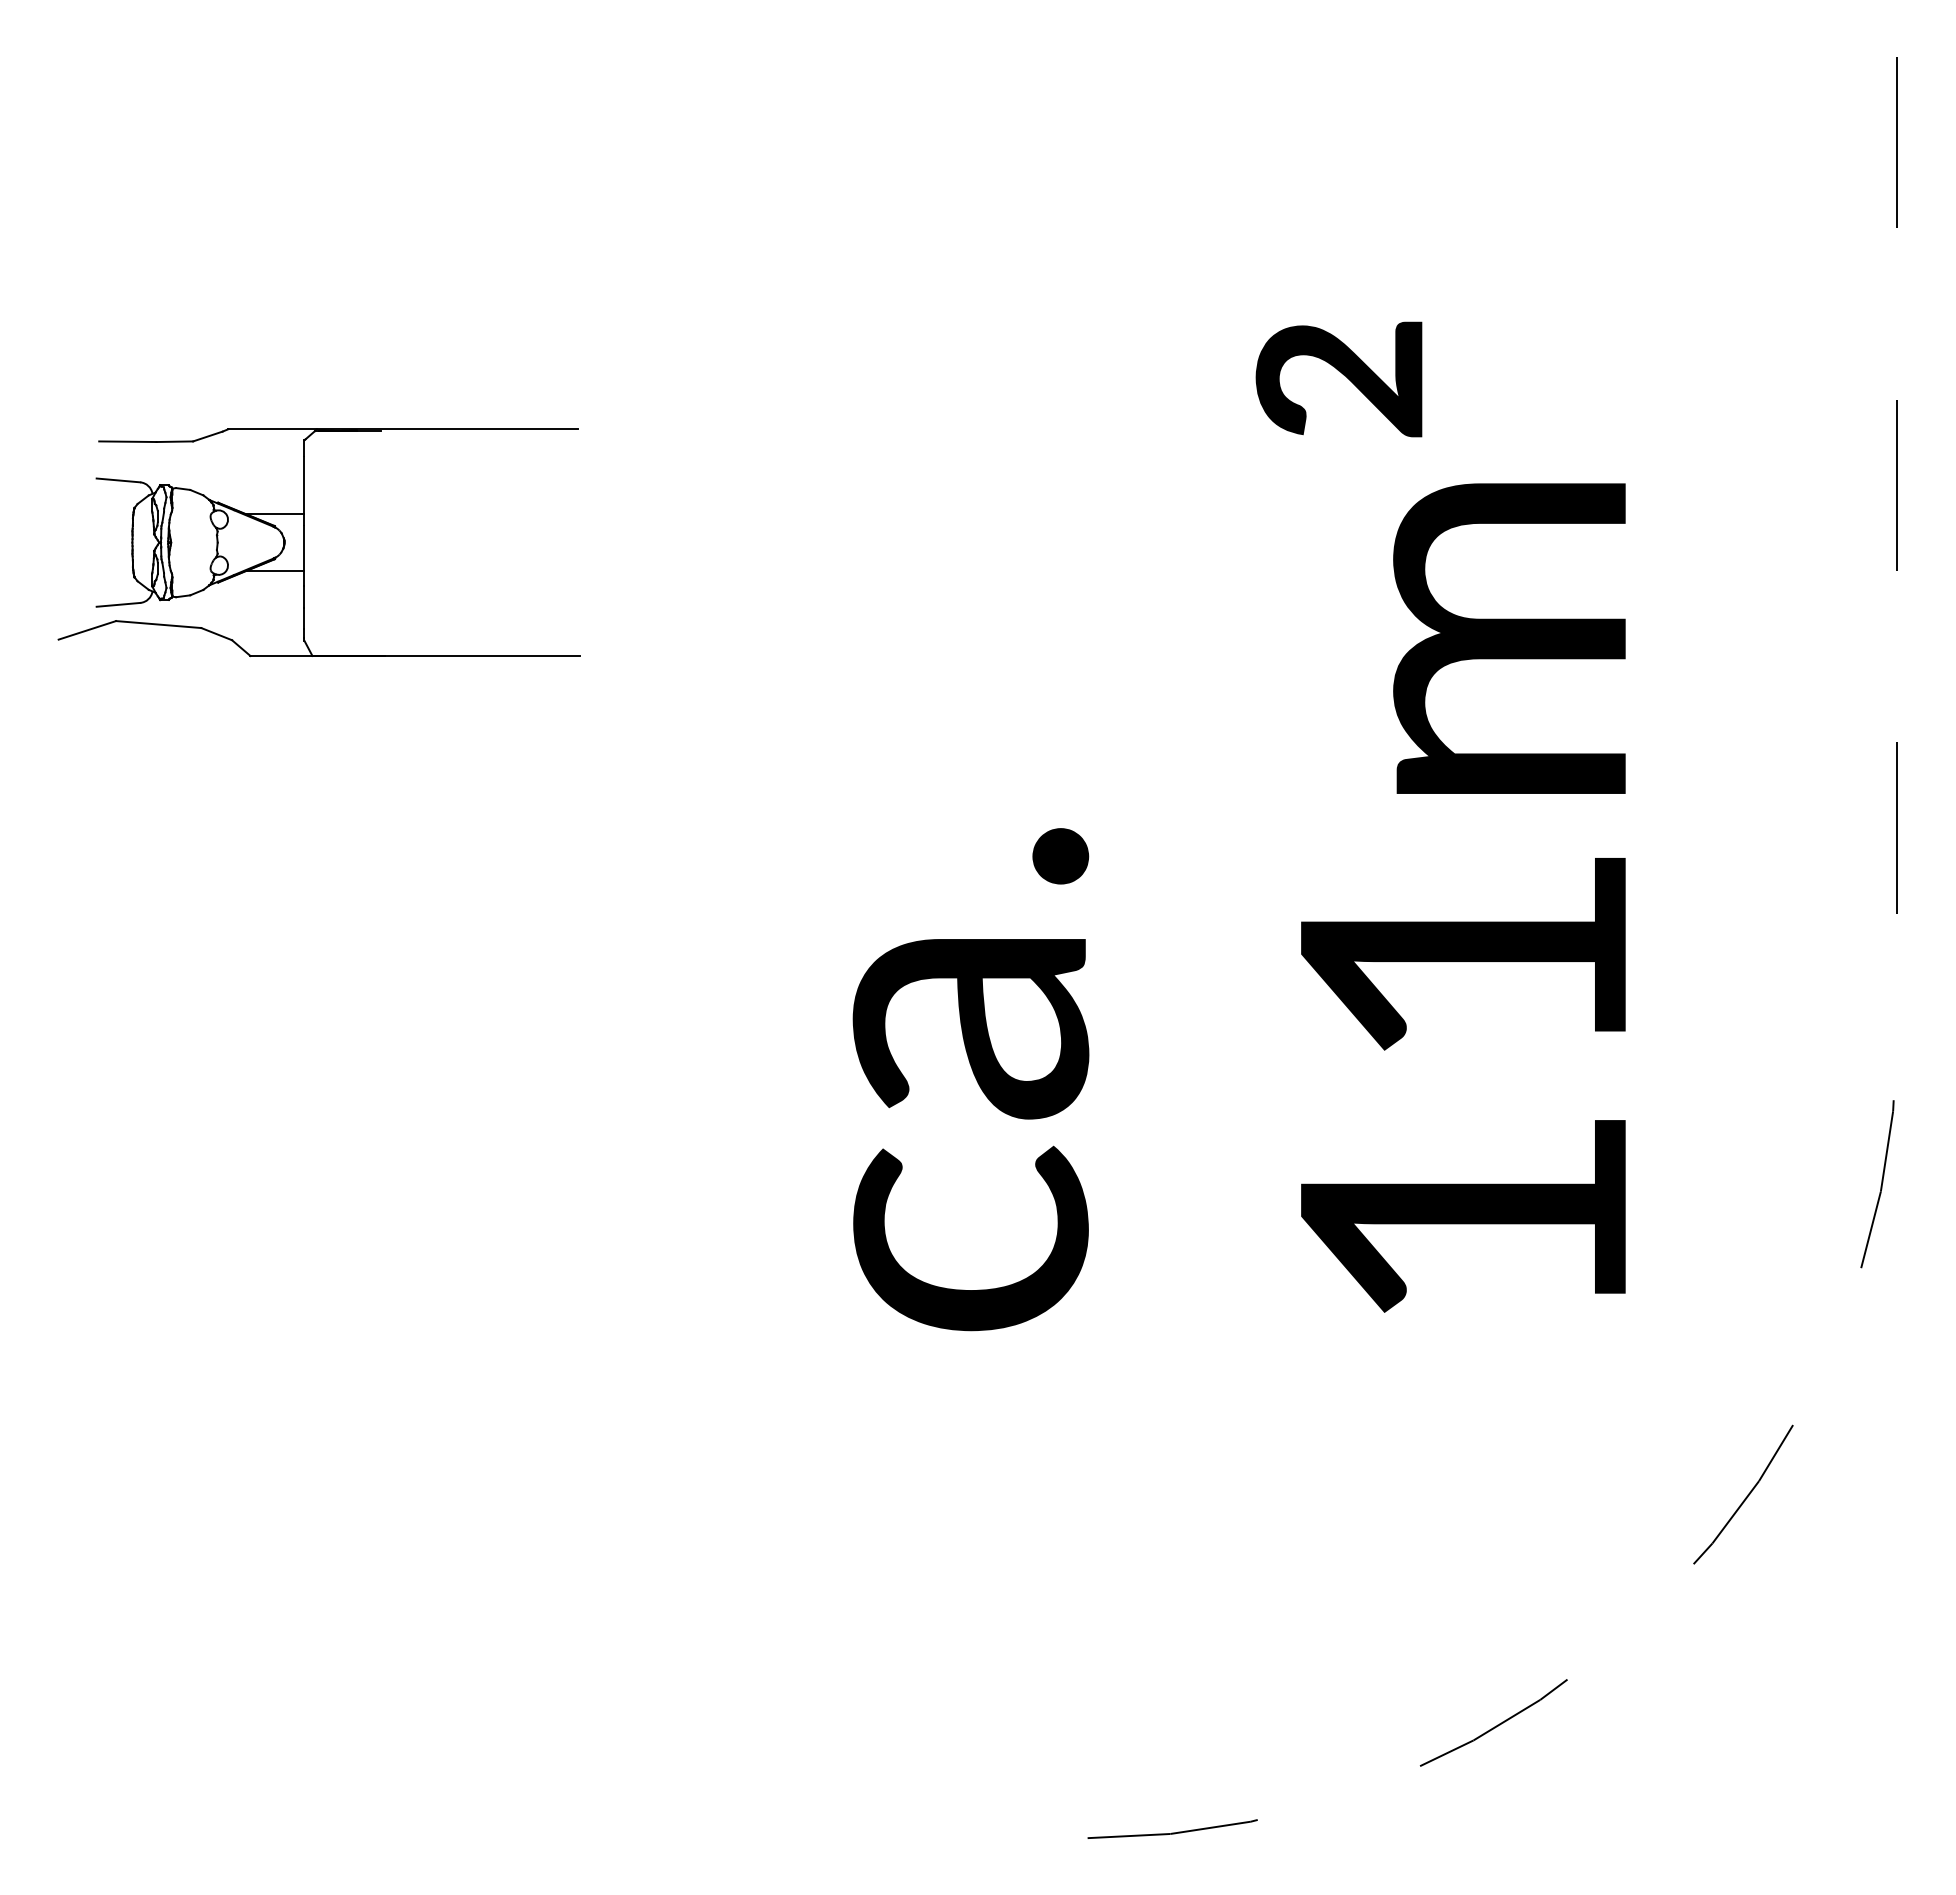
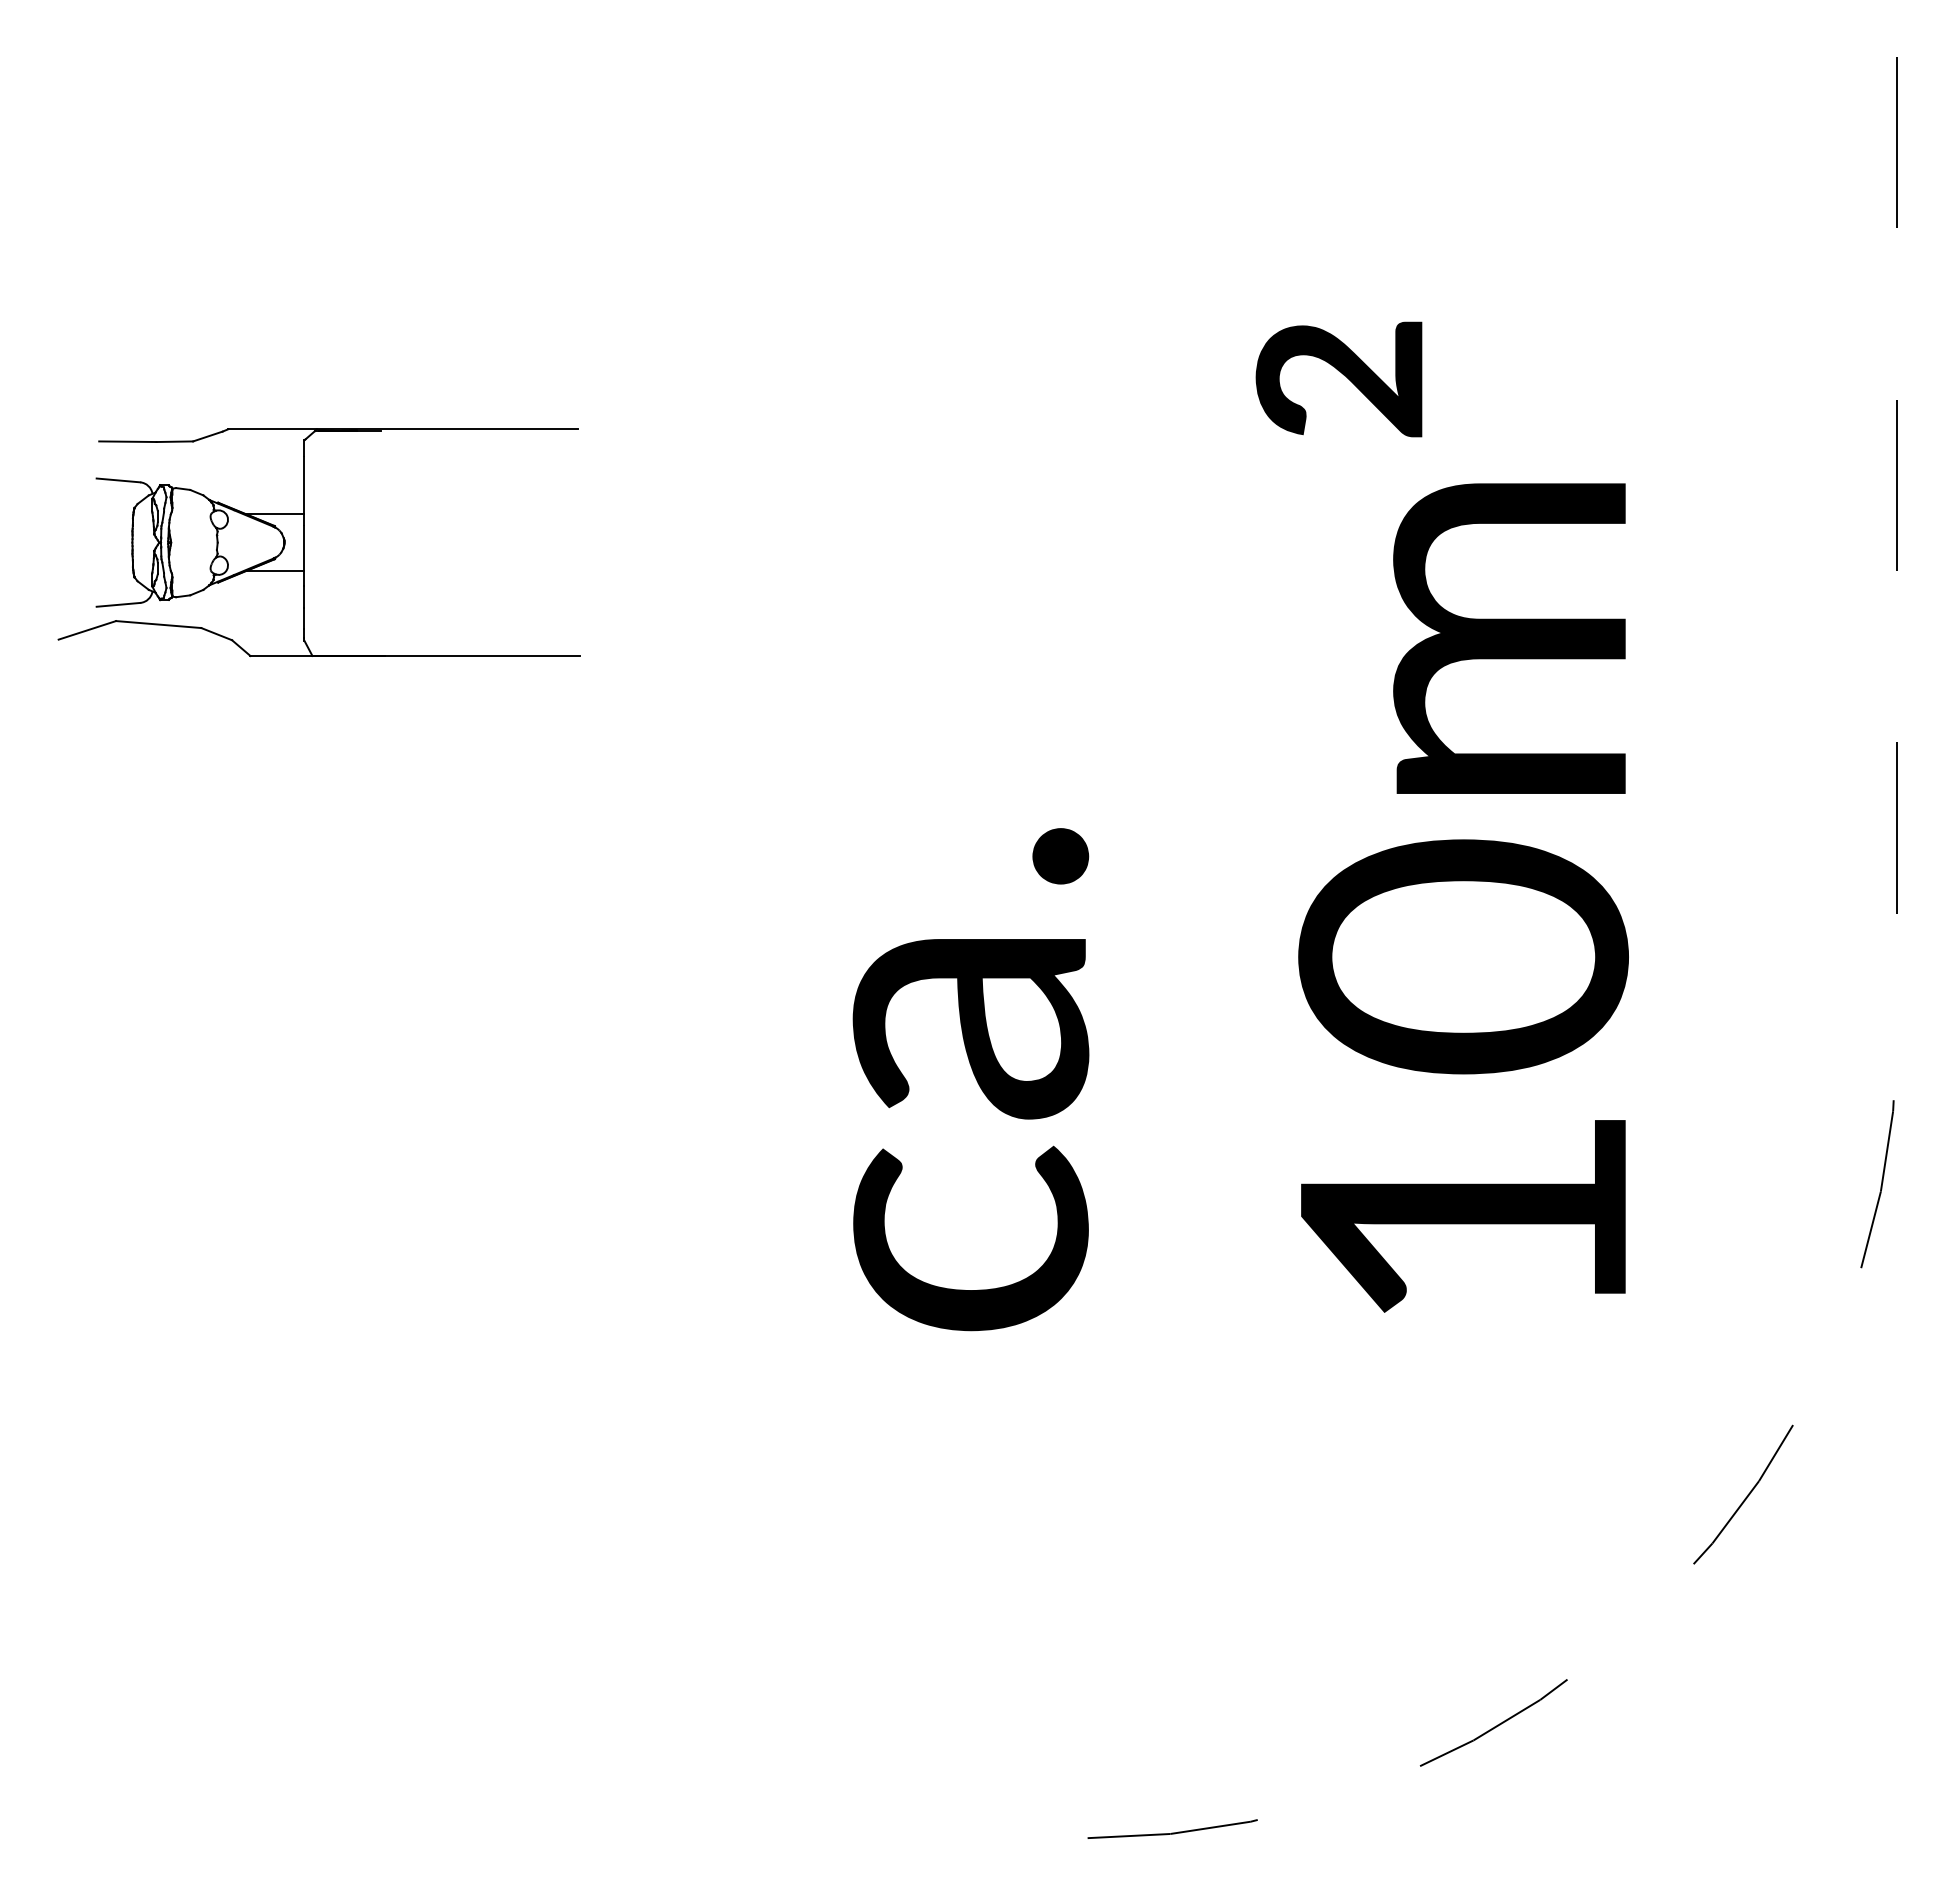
text at (1463, 956): 11m² -> 10m²
